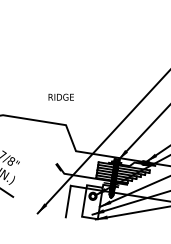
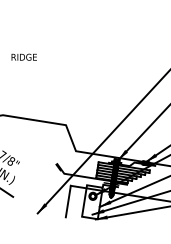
text at (60, 96) position: (60, 96) -> (23, 56)
